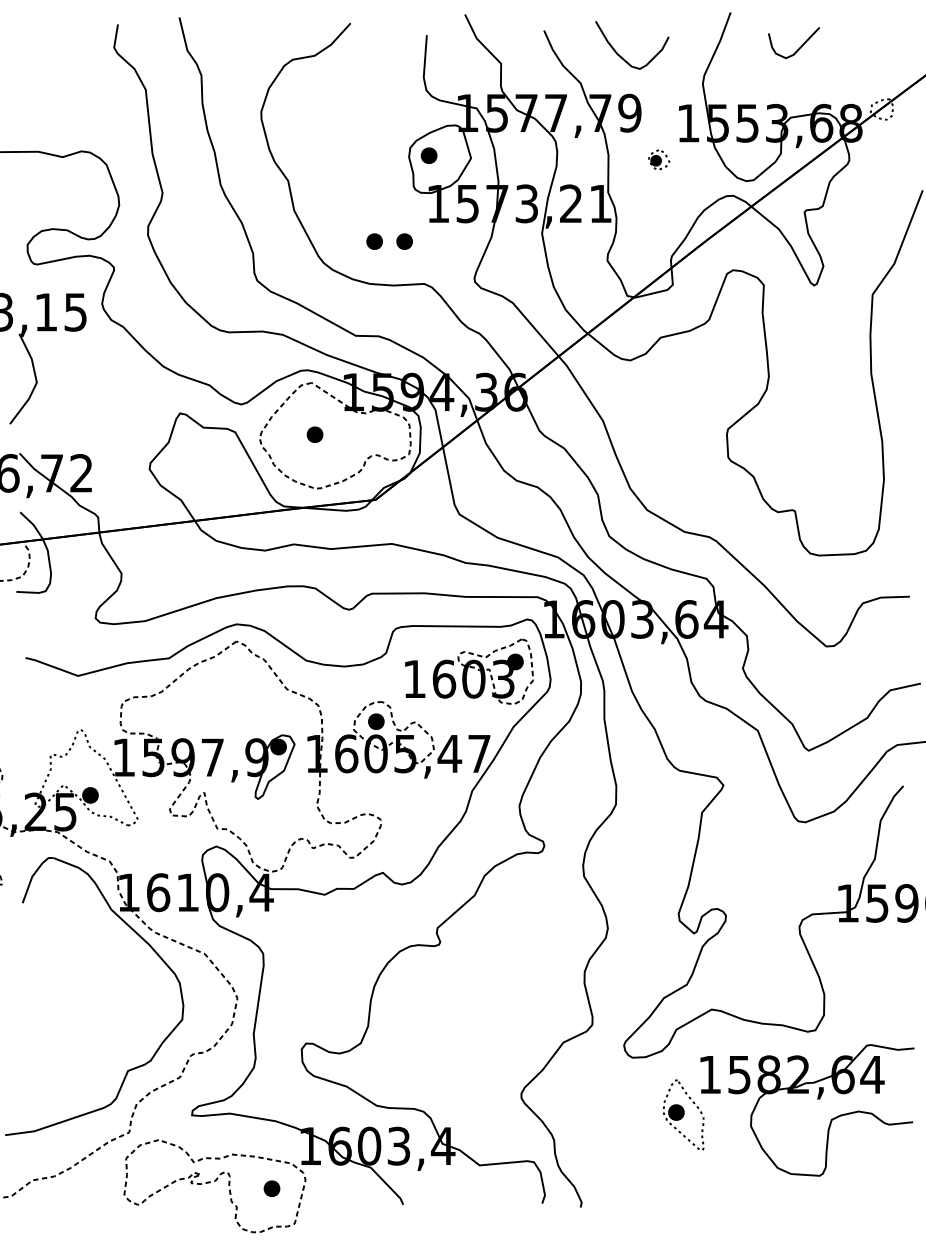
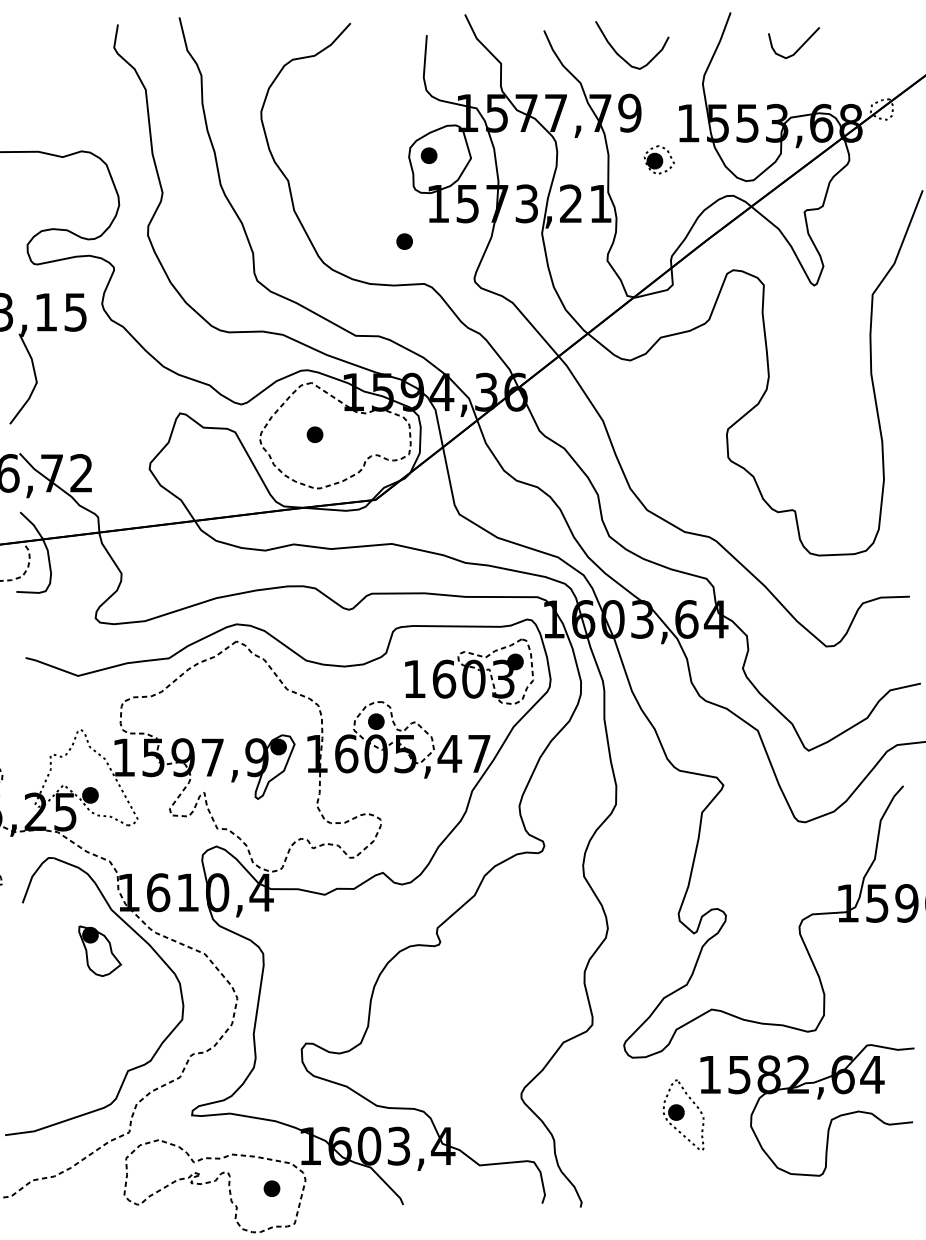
part at (659, 159) size: 23x22 px -> 32x30 px
part at (374, 241): present -> none
part at (100, 950): none -> present
